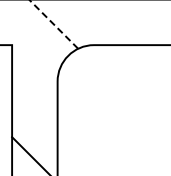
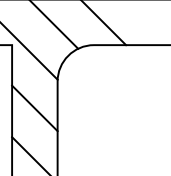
line at (104, 23): none -> present
line at (53, 24): dashed -> solid
line at (29, 51): none -> present
line at (34, 108): none -> present
